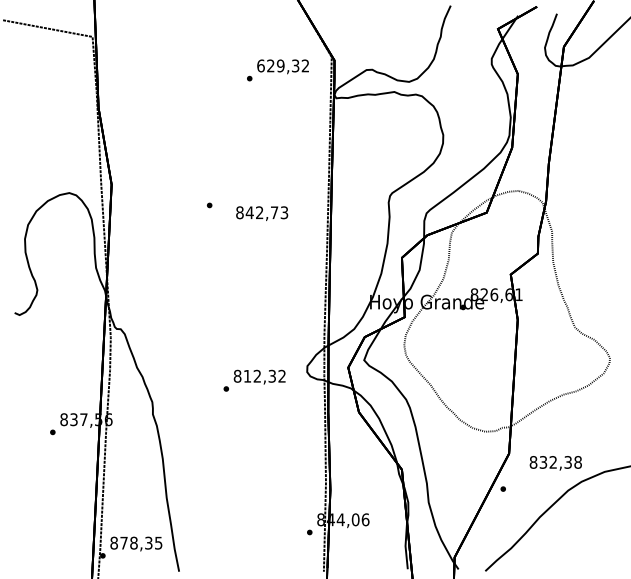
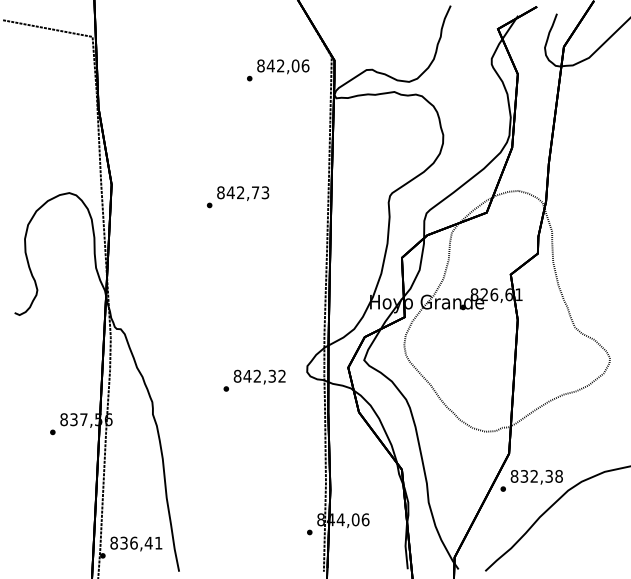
text at (283, 65): 629,32 -> 842,06
text at (262, 213) position: (262, 213) -> (243, 193)
text at (247, 376): 812,32 -> 842,32
text at (555, 463) position: (555, 463) -> (536, 477)
text at (141, 542): 878,35 -> 836,41
